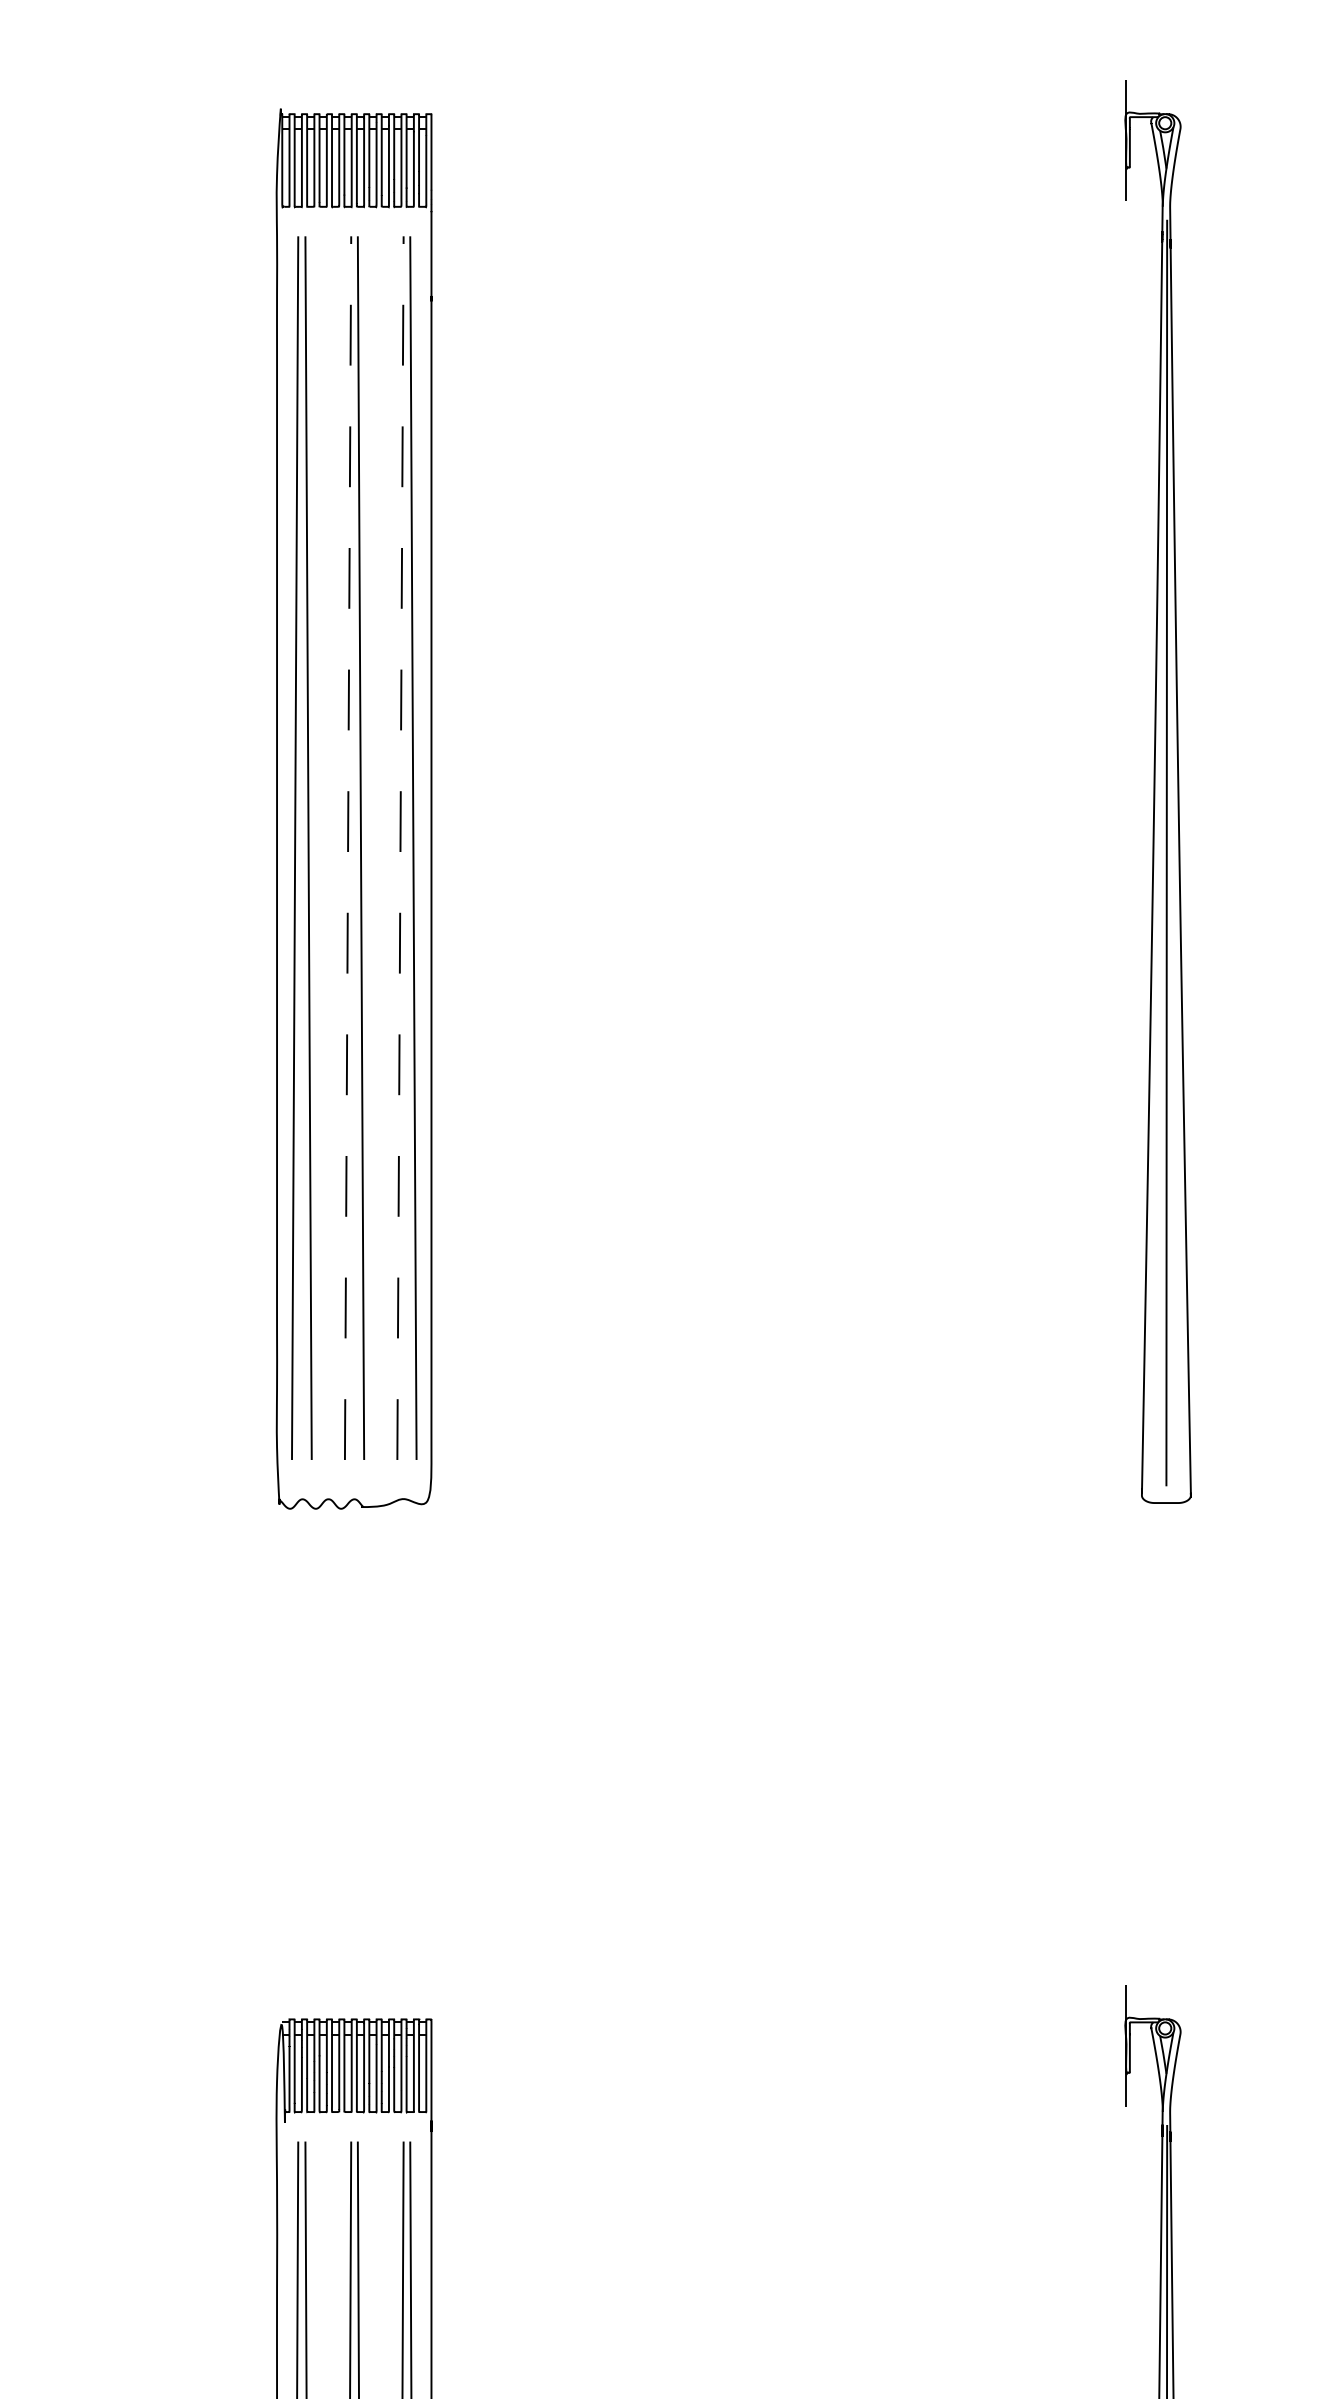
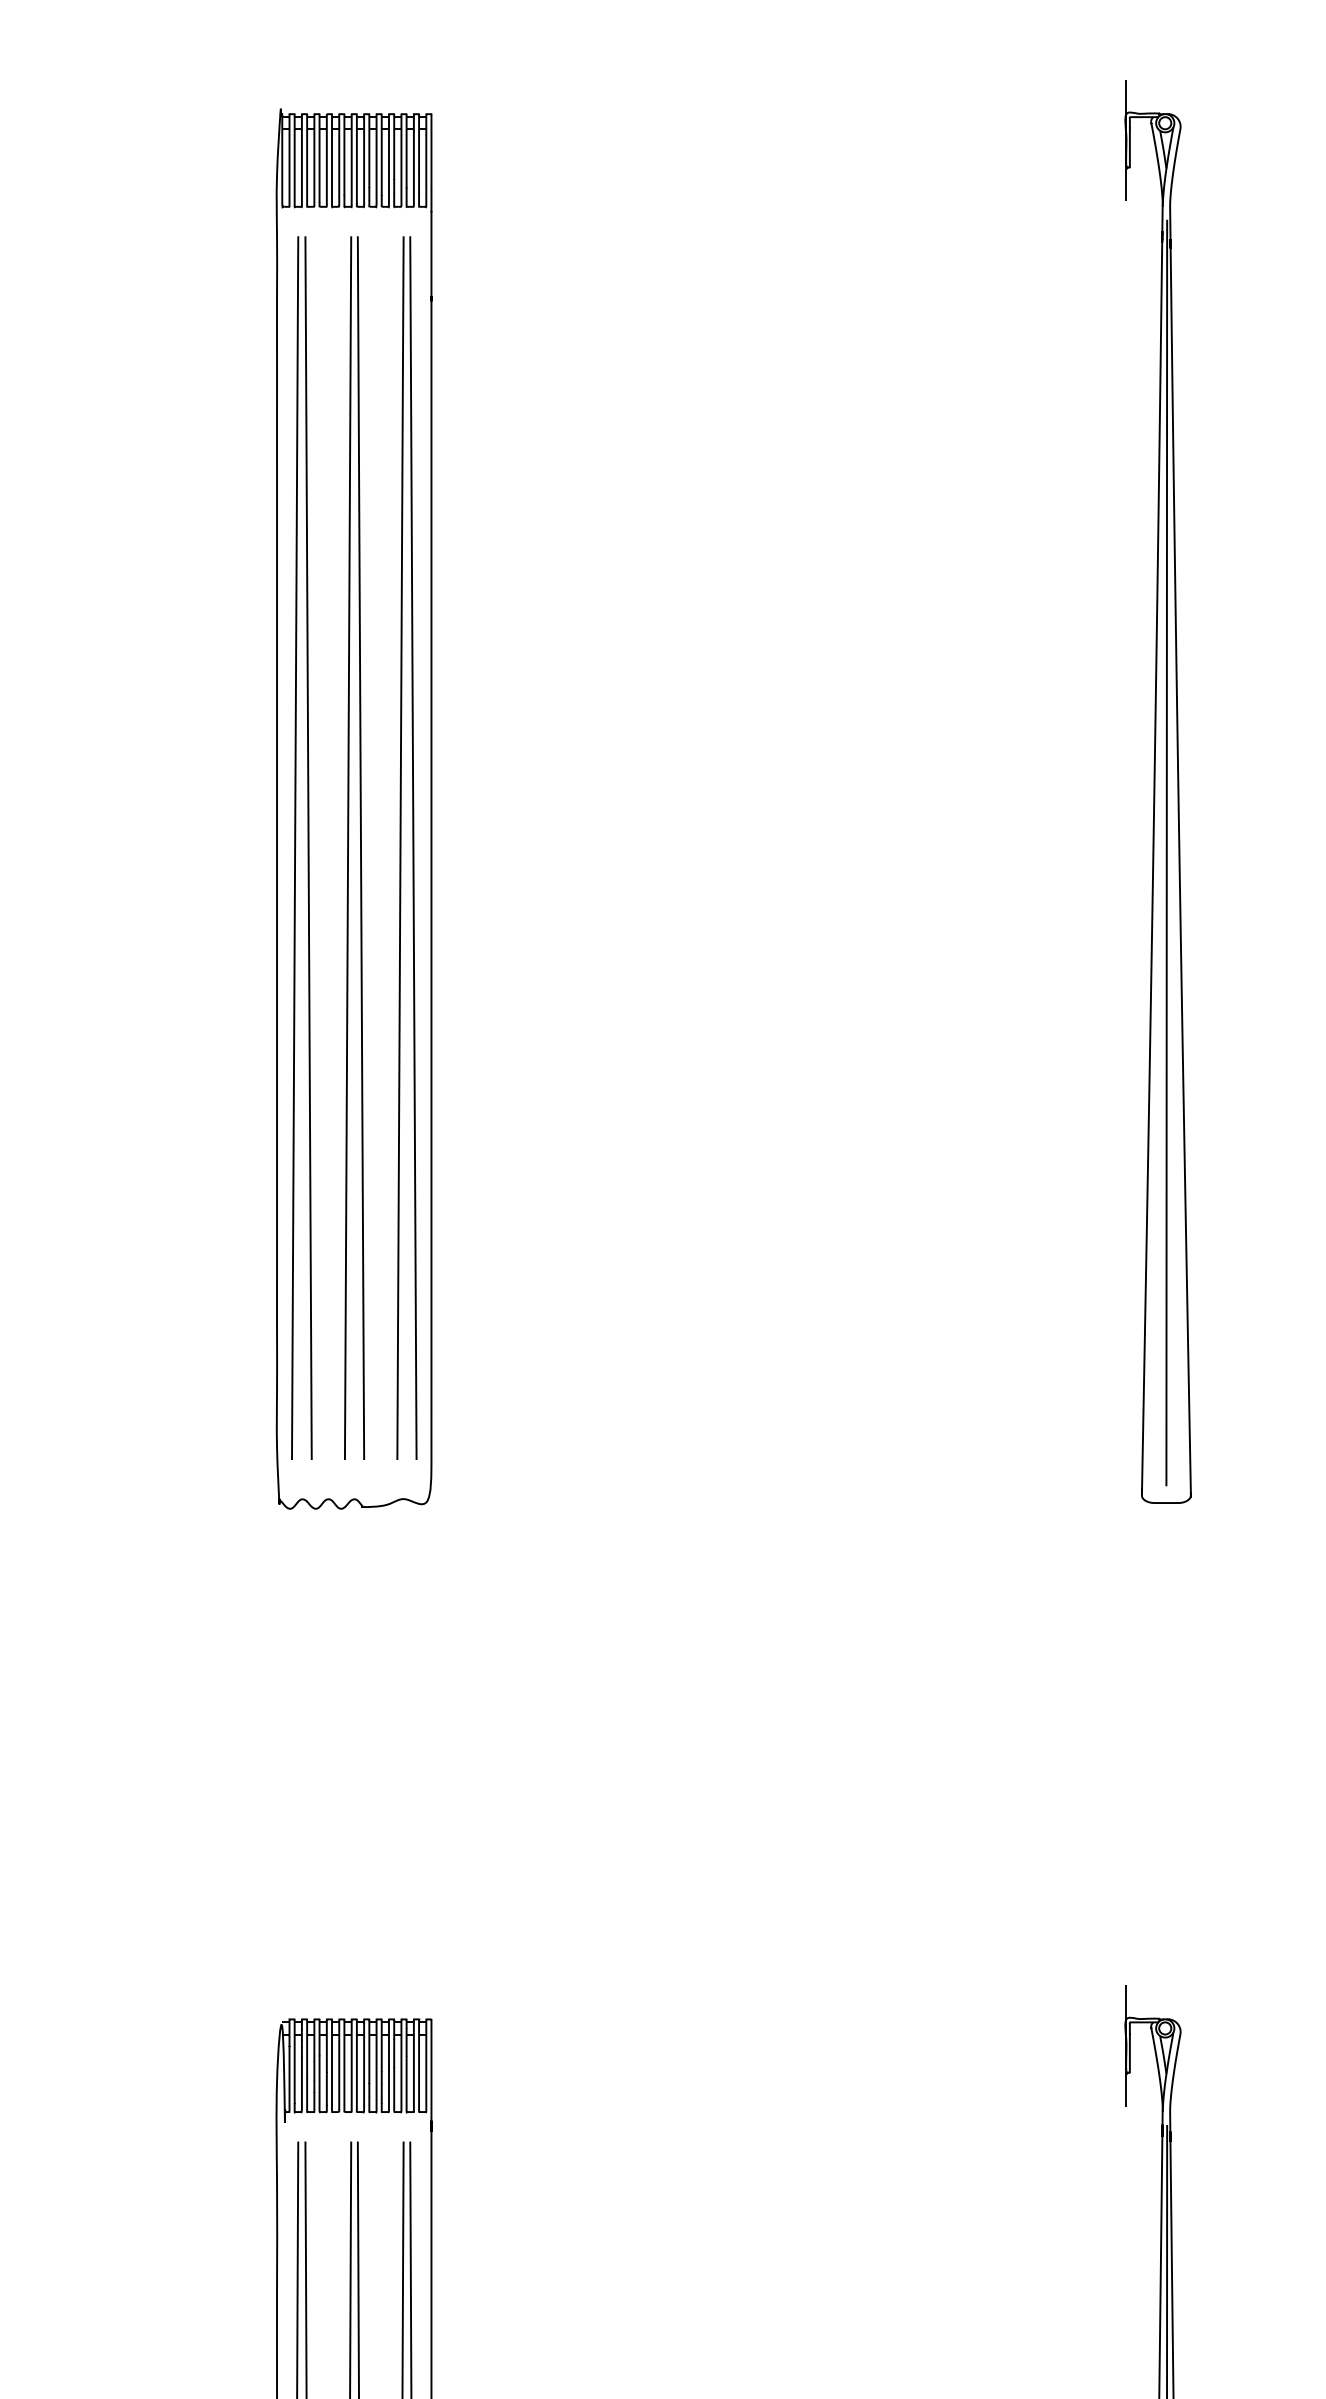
line at (348, 848): dashed -> solid
line at (400, 848): dashed -> solid
